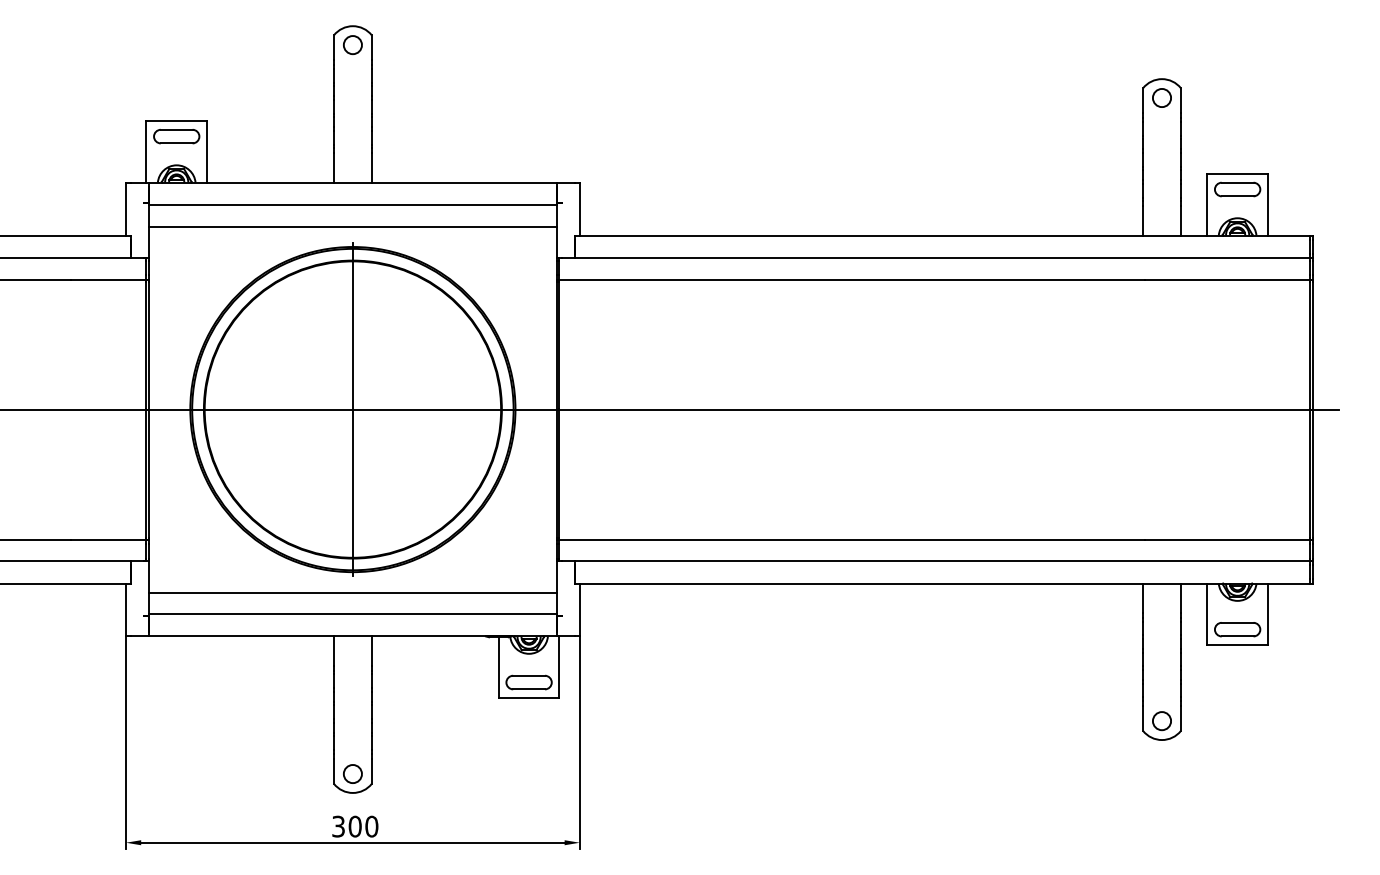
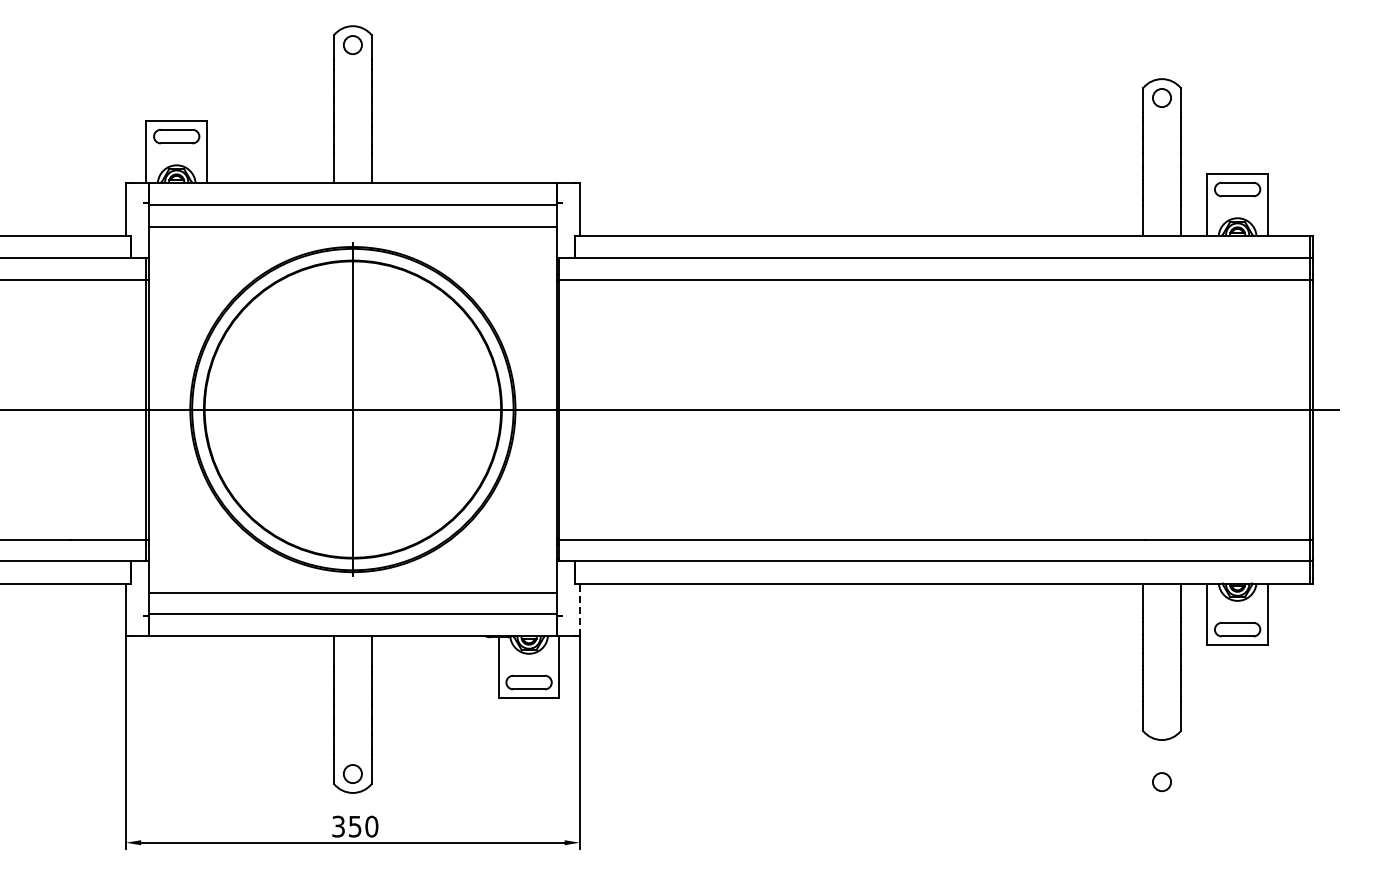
line at (579, 609): solid -> dashed
circle at (1161, 721) position: (1161, 721) -> (1161, 782)
text at (354, 826): 300 -> 350
